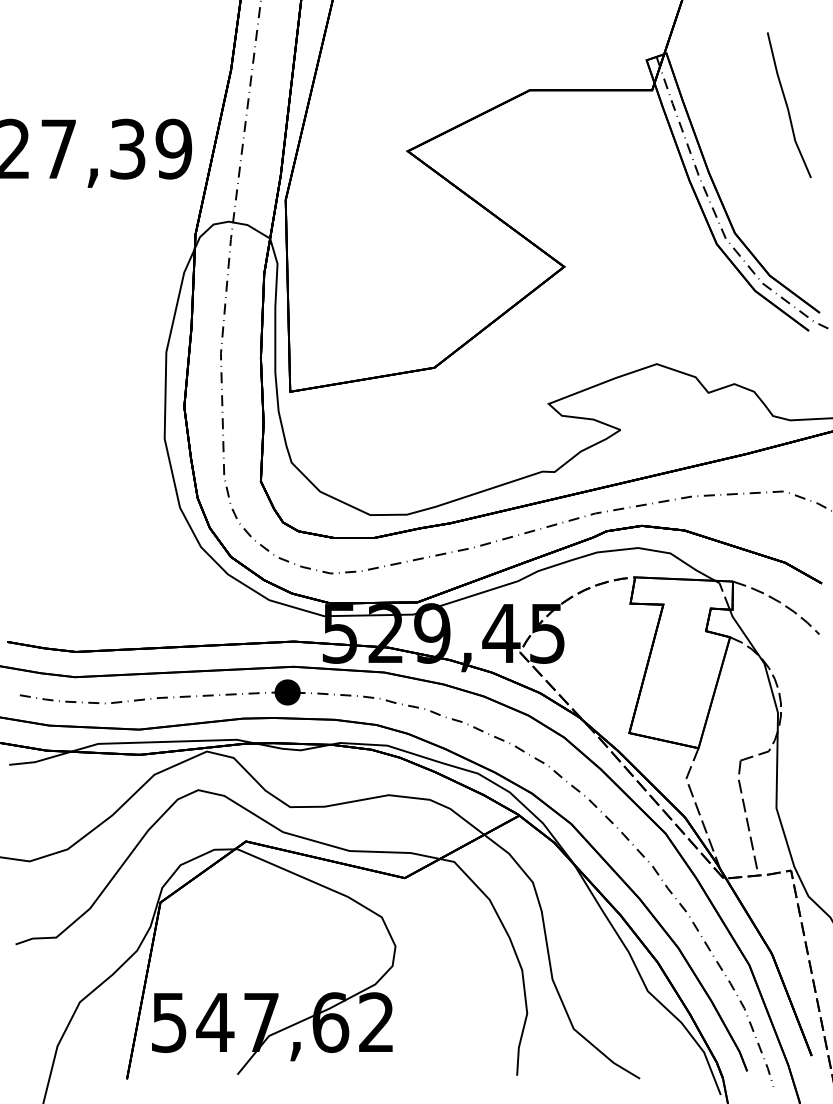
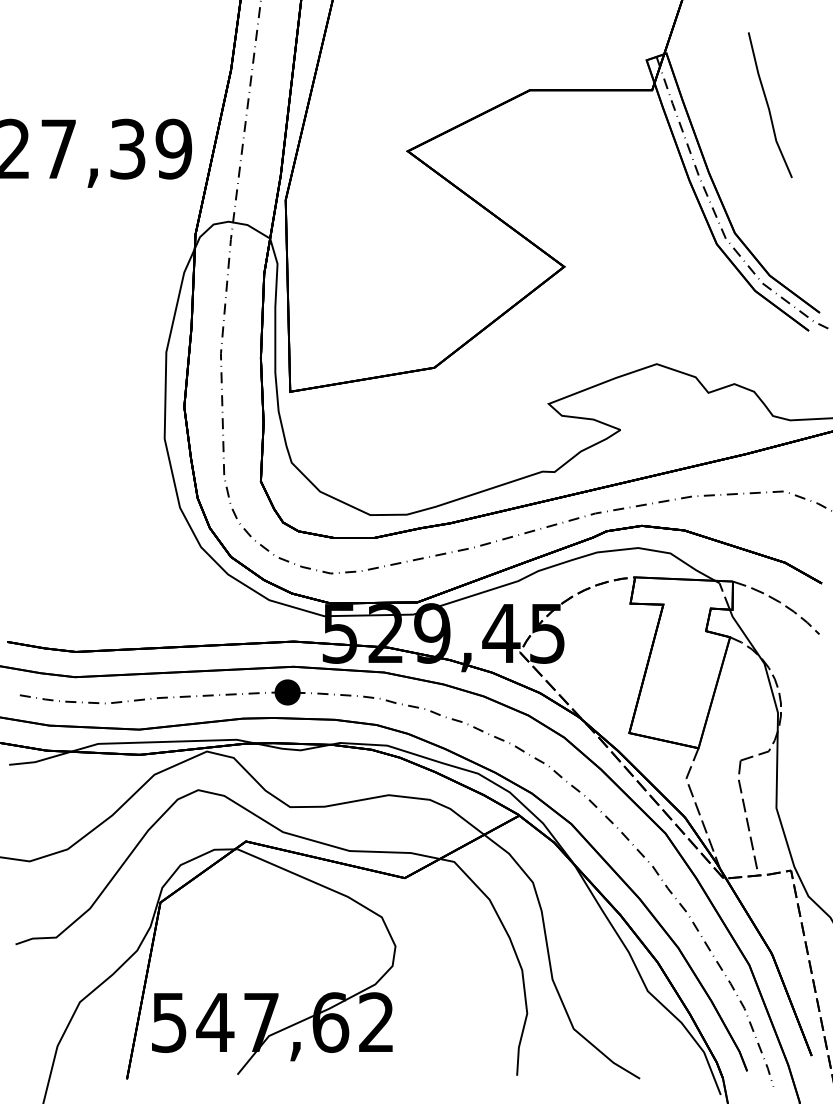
line at (788, 106) position: (788, 106) -> (769, 106)
